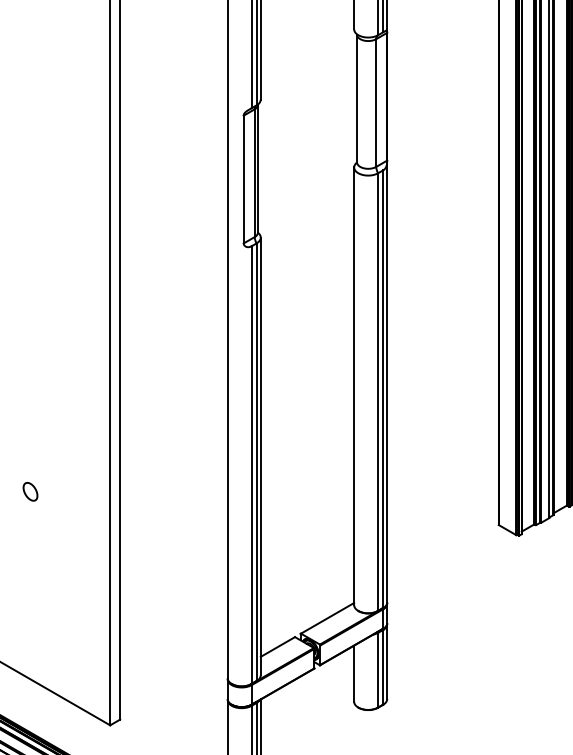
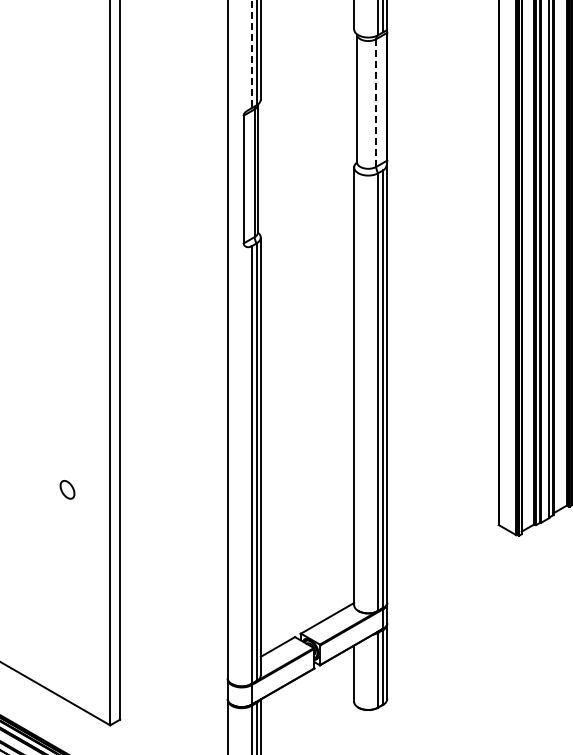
line at (251, 54): solid -> dashed
line at (376, 103): solid -> dashed
part at (30, 491) position: (30, 491) -> (67, 489)
